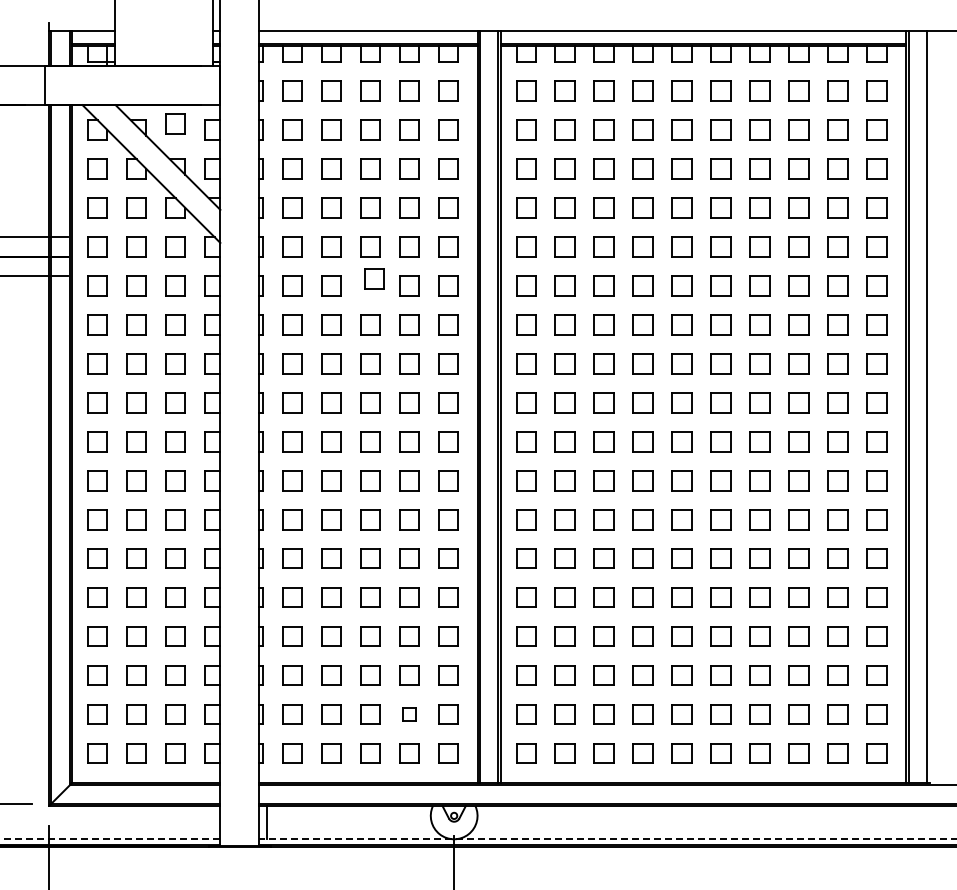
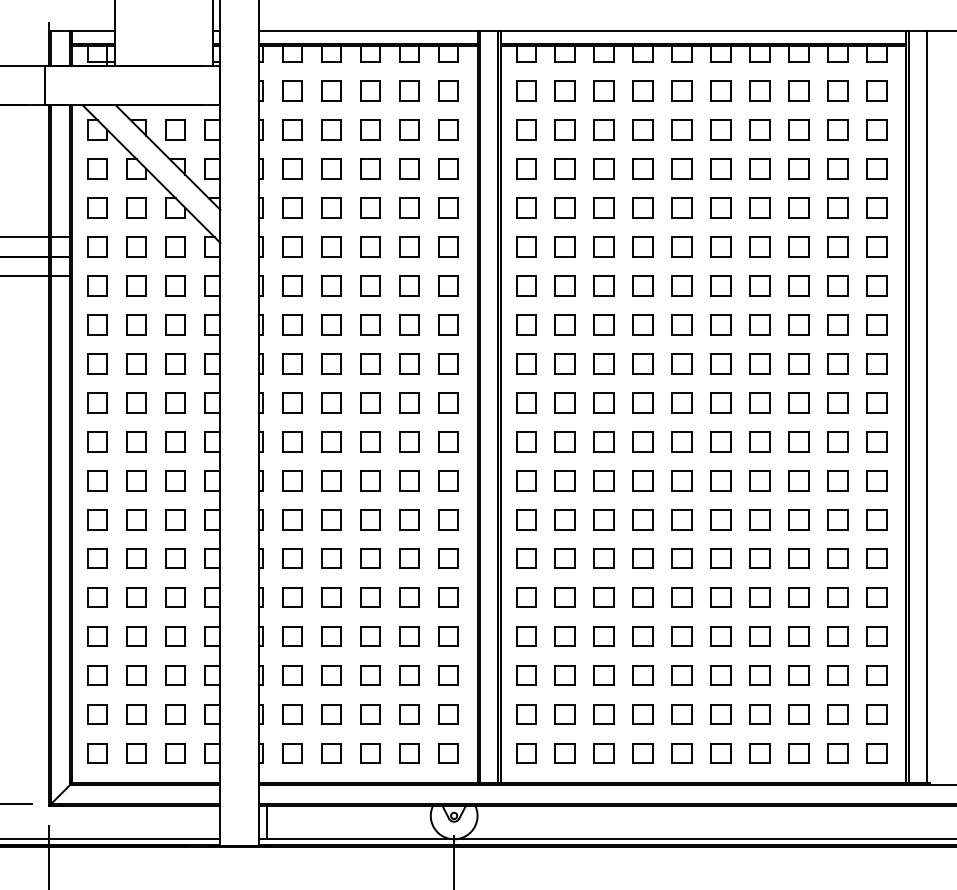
part at (175, 123) position: (175, 123) -> (175, 129)
part at (374, 278) position: (374, 278) -> (370, 285)
part at (409, 714) size: 15x15 px -> 21x21 px
line at (110, 839): dashed -> solid
line at (607, 839): dashed -> solid
